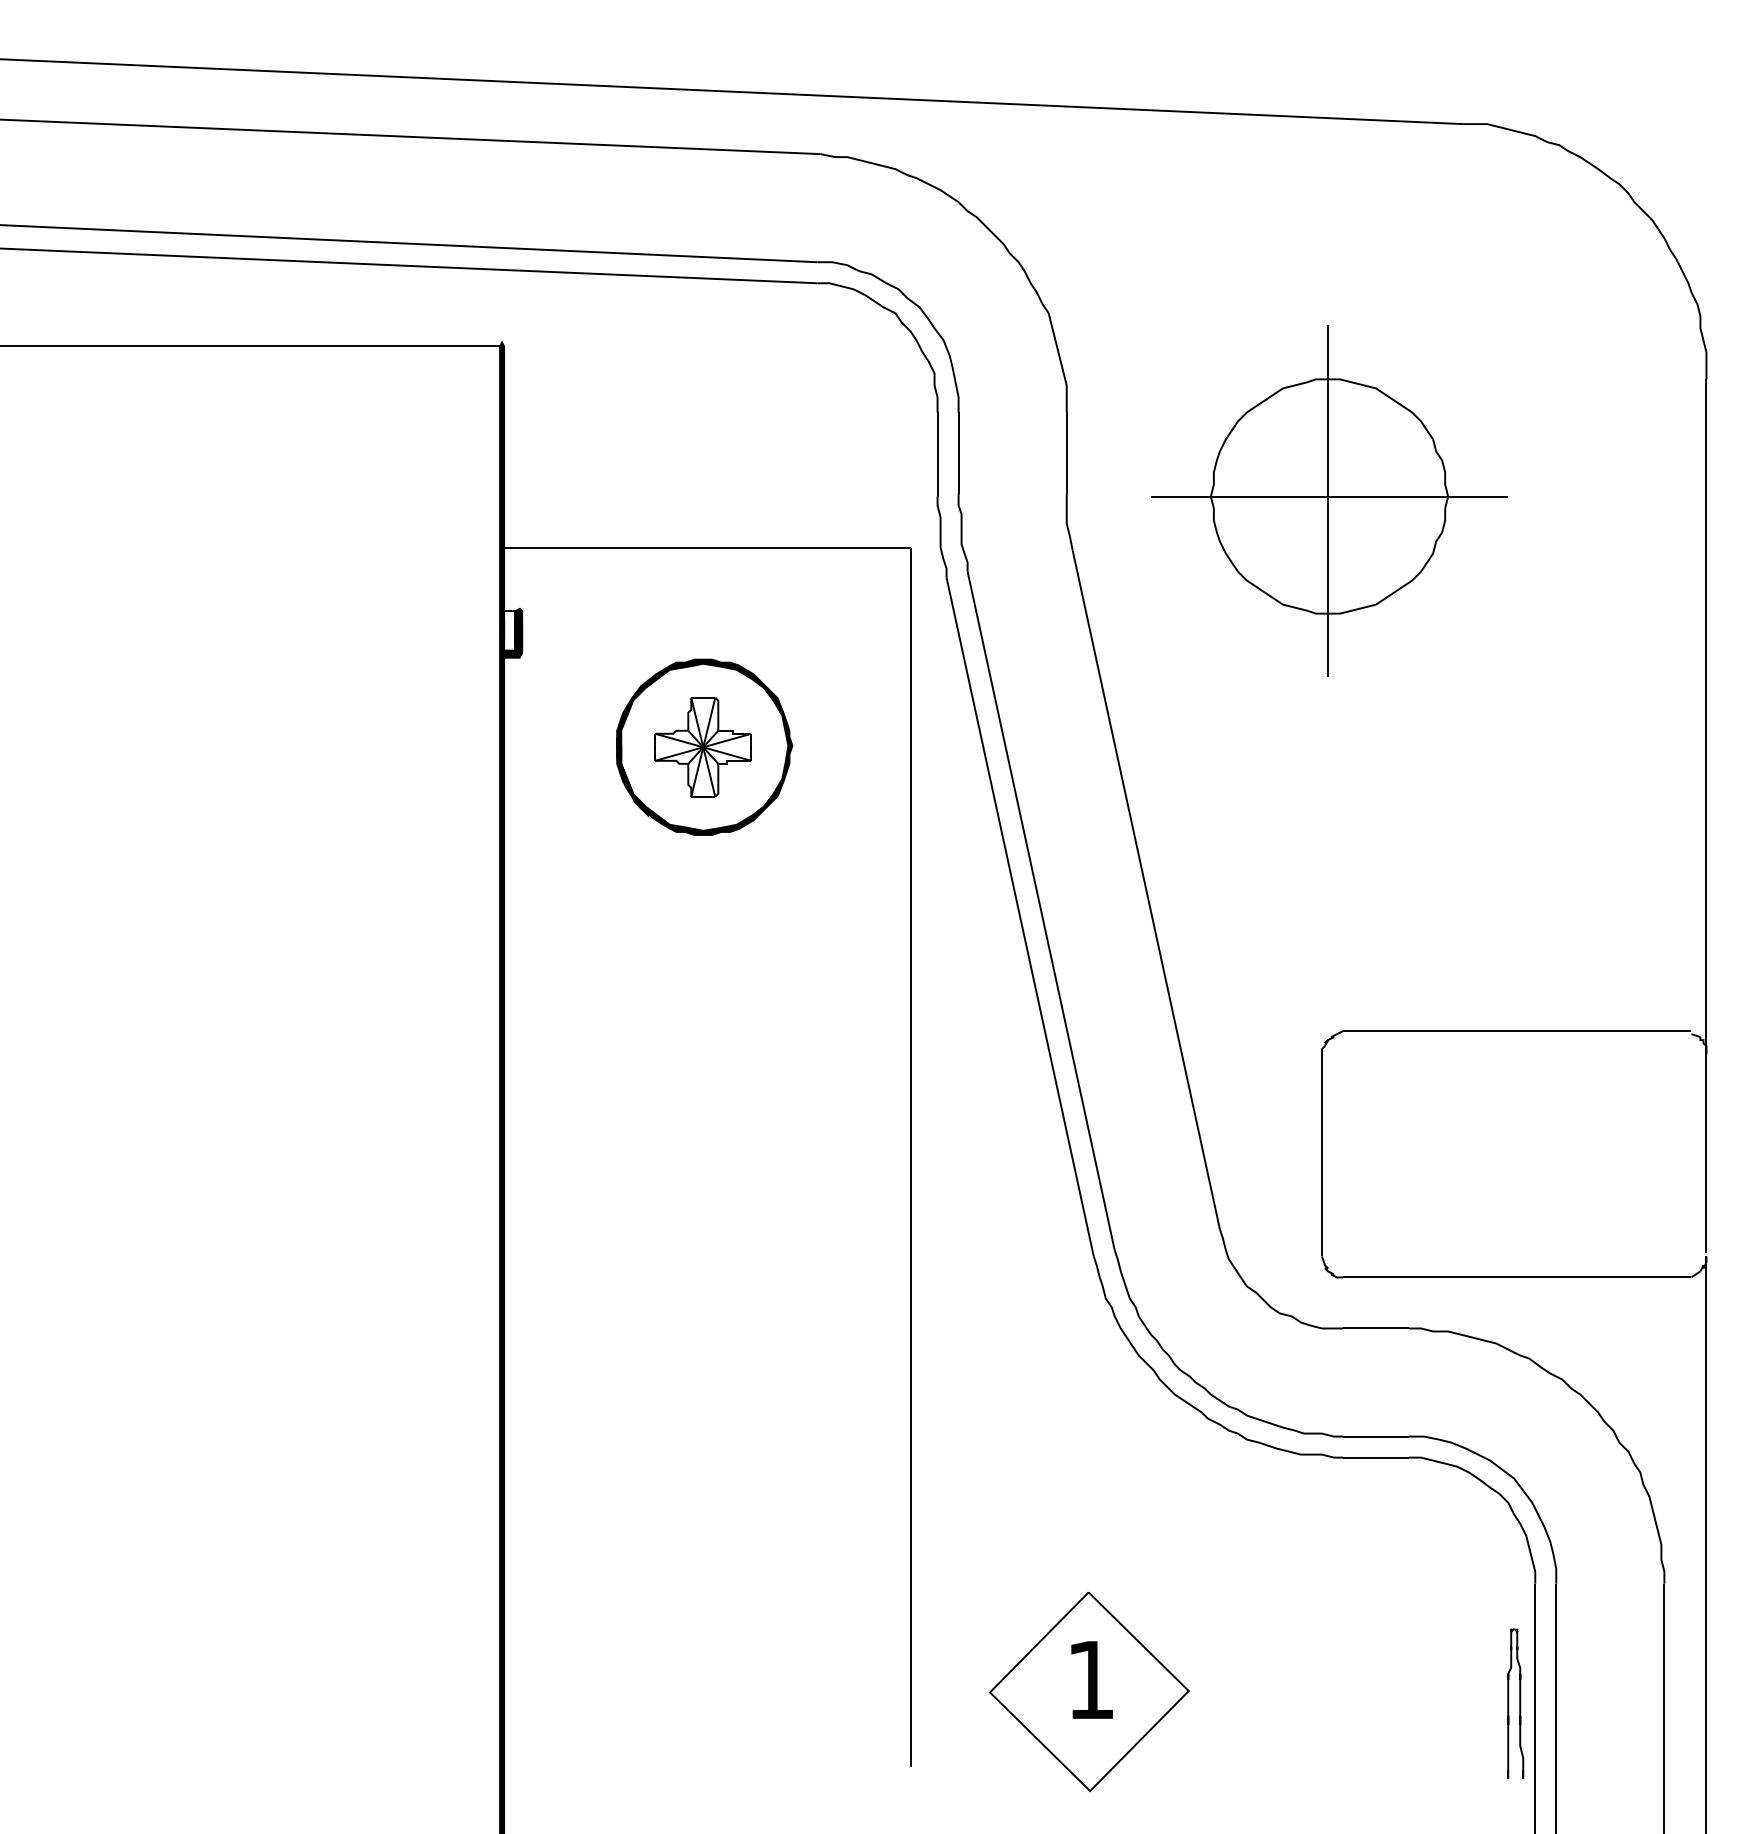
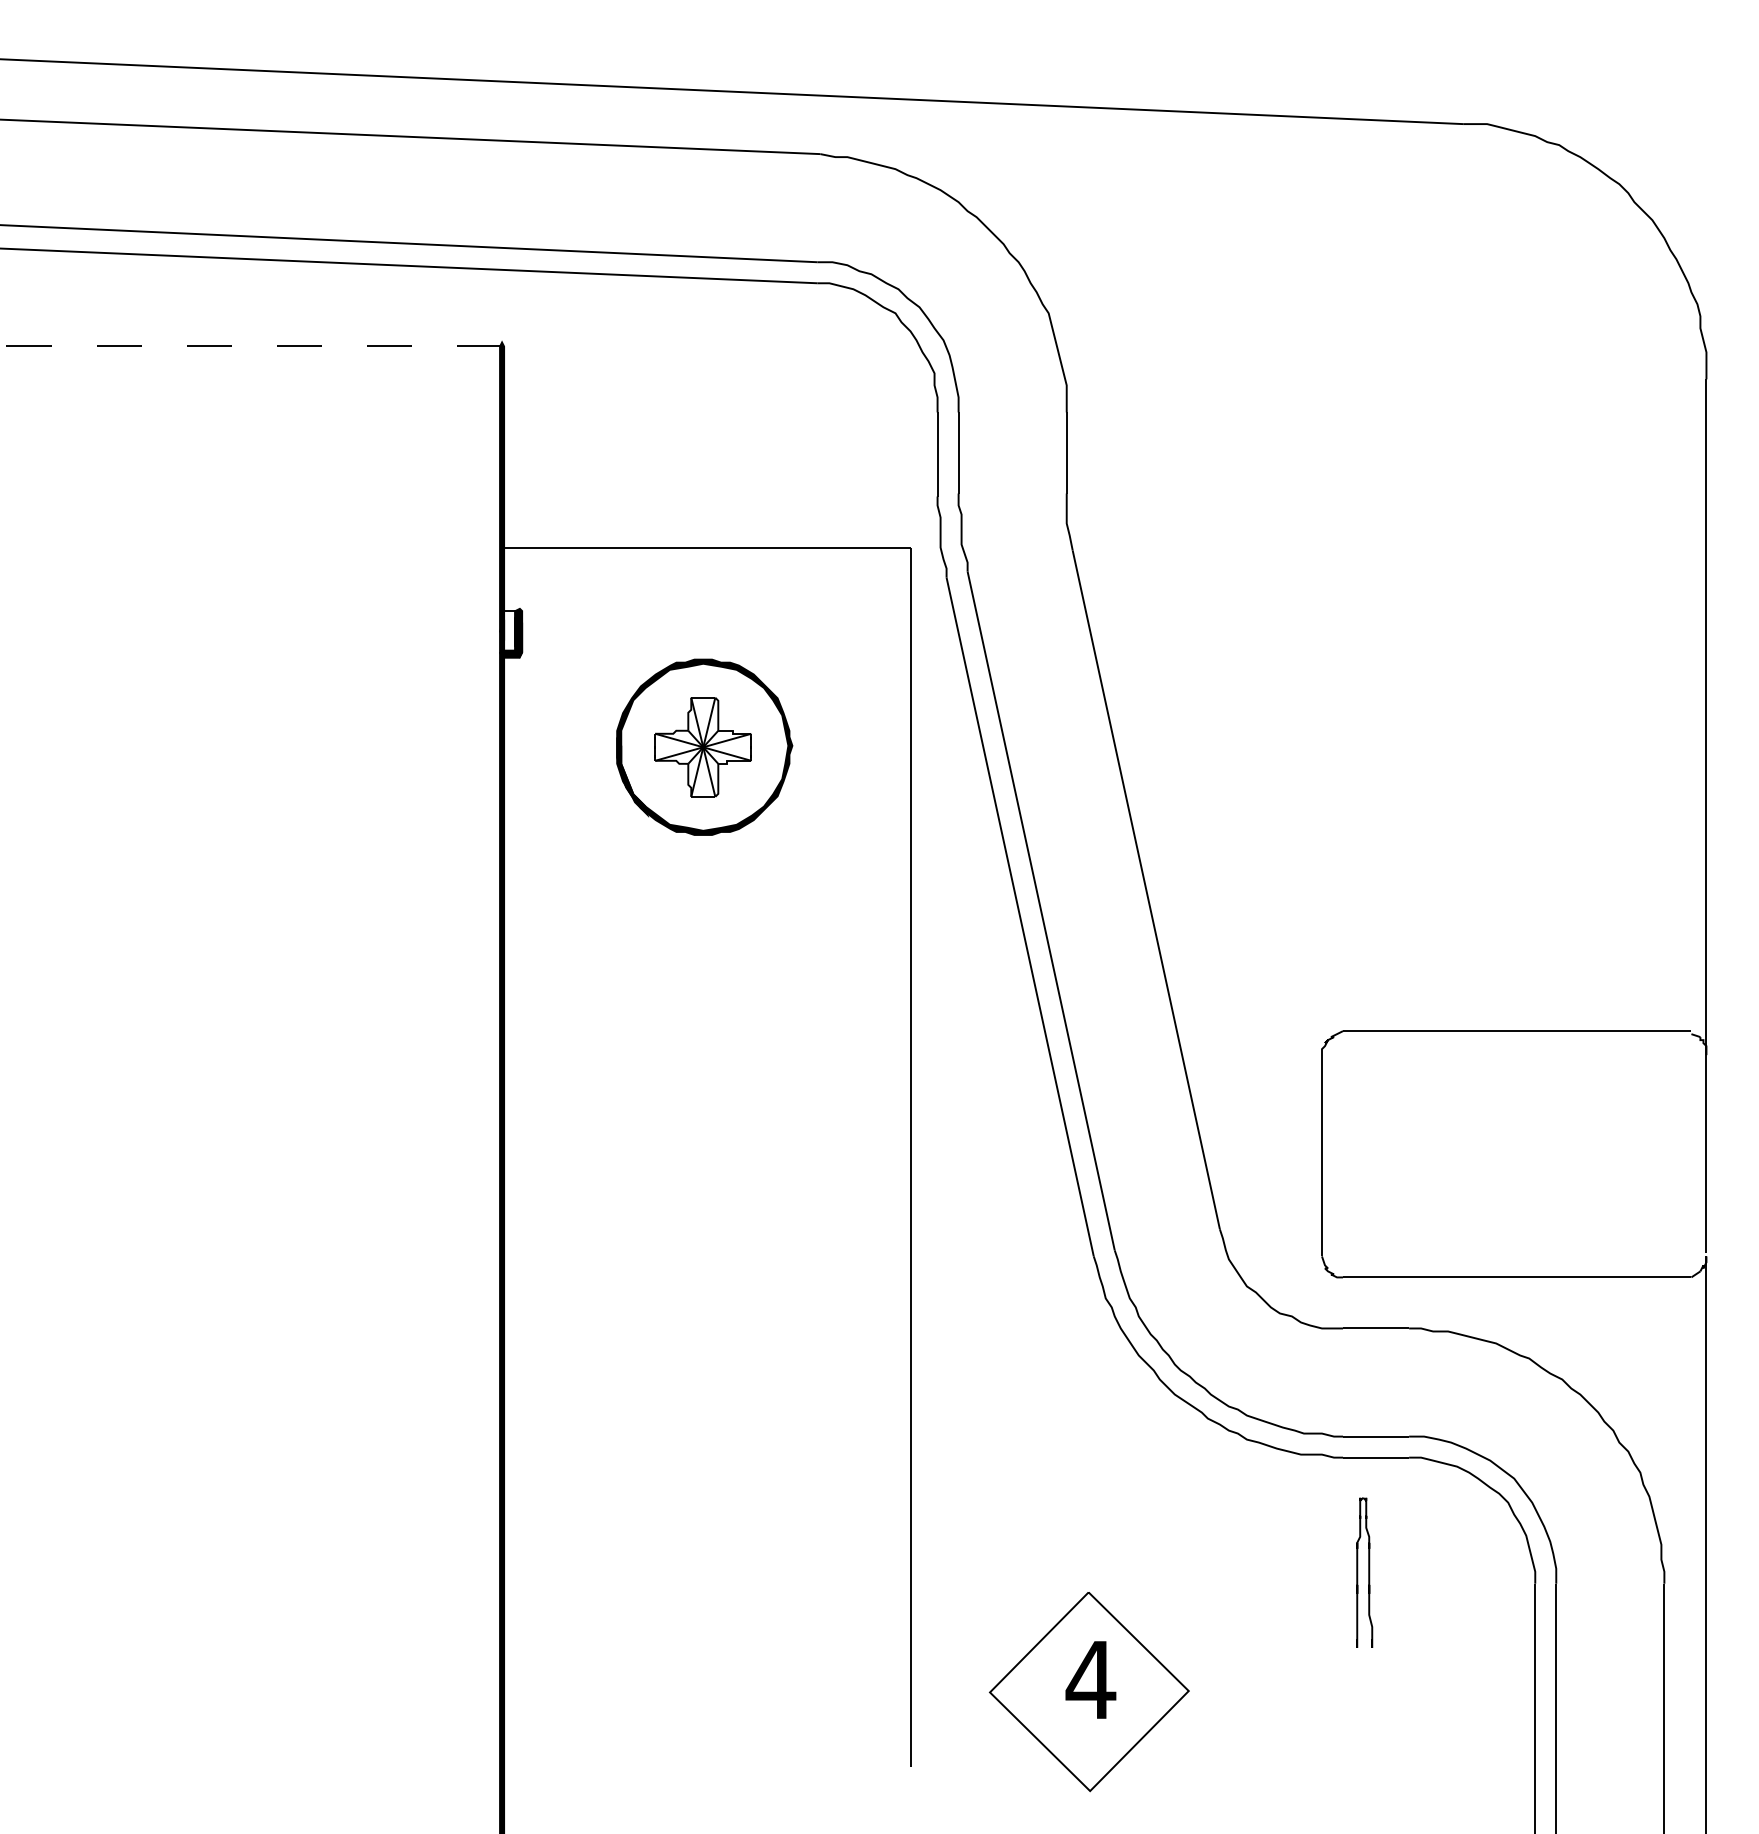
line at (251, 346): solid -> dashed
part at (1329, 500): present -> none
text at (1090, 1679): 1 -> 4
part at (1515, 1703) position: (1515, 1703) -> (1364, 1572)
